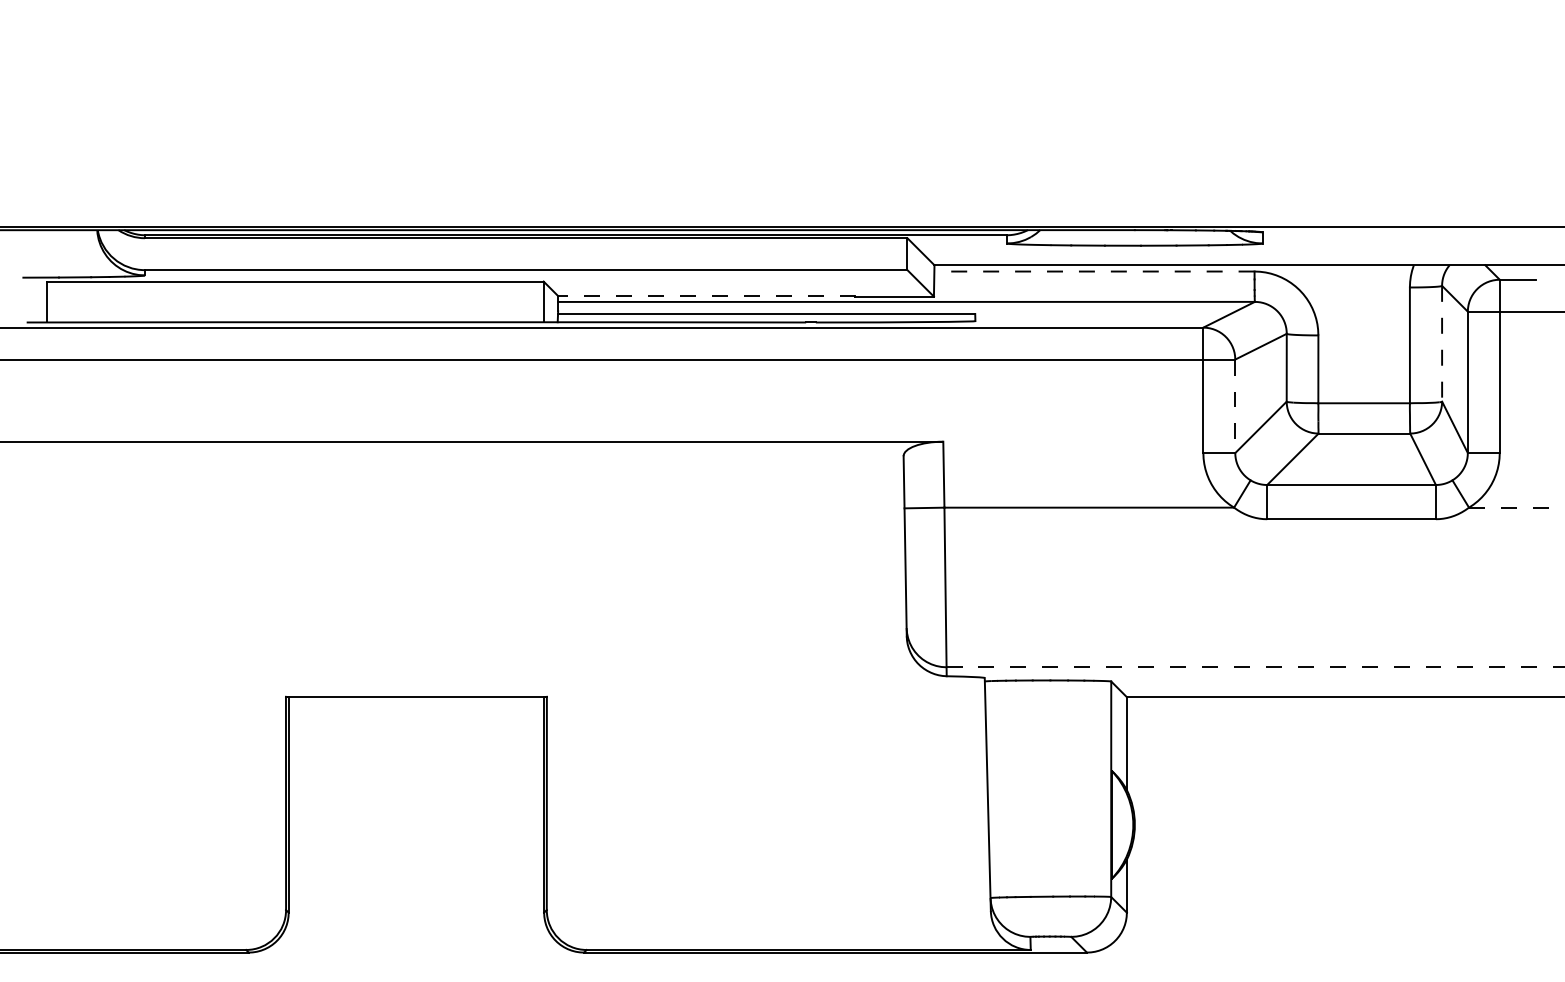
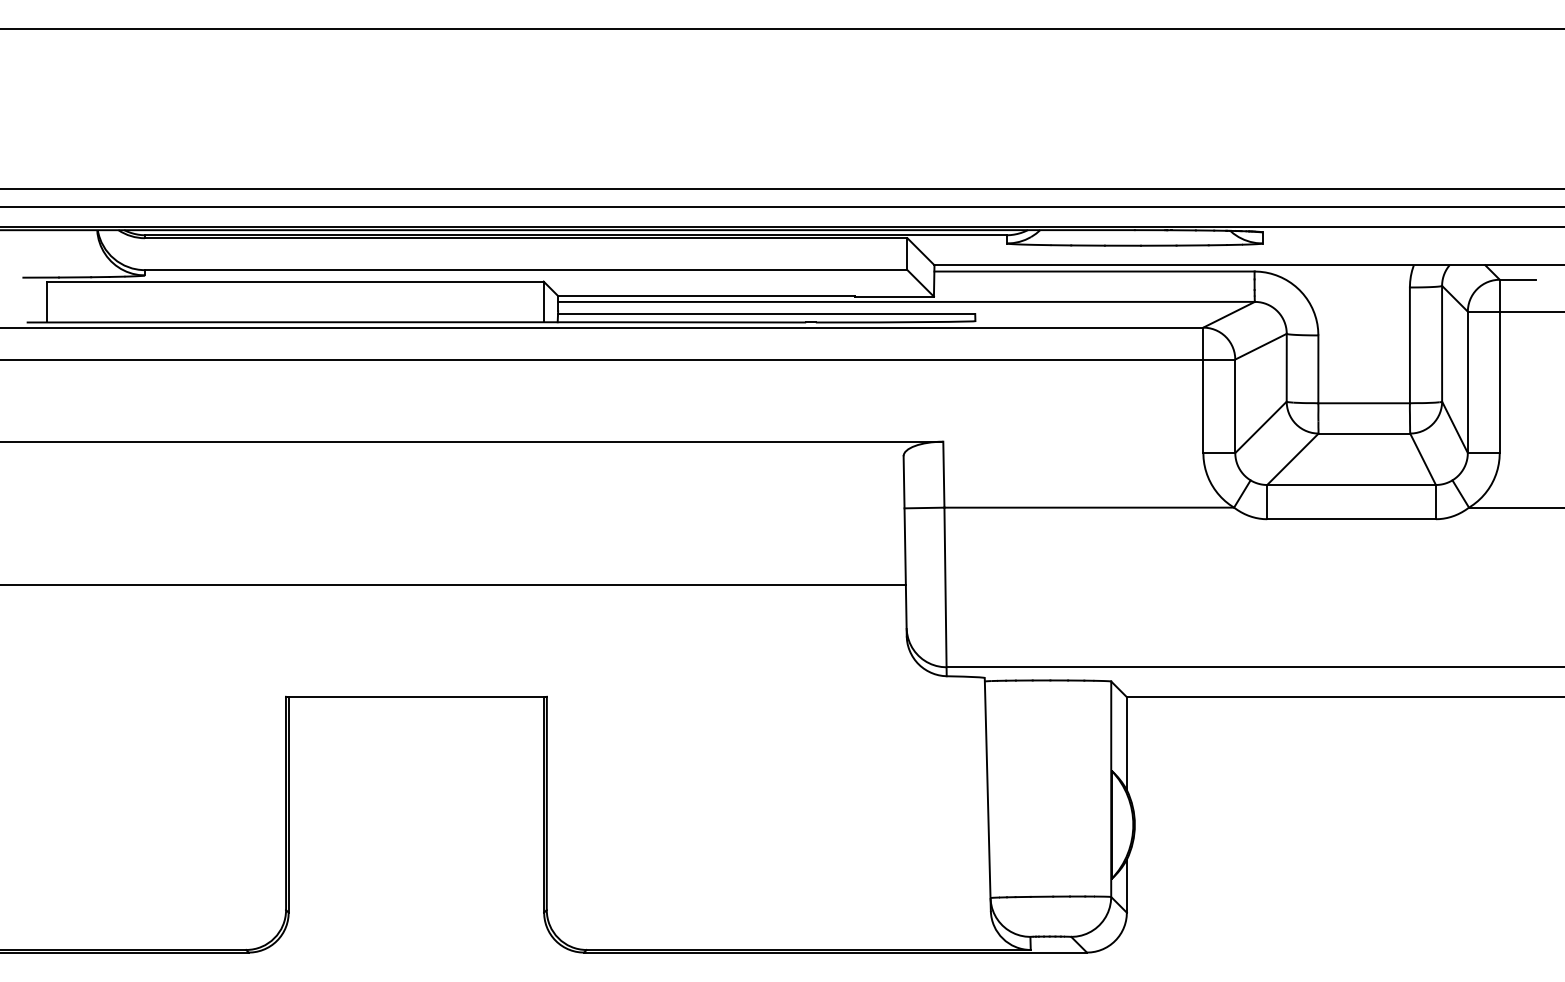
line at (781, 29): none -> present
line at (781, 189): none -> present
line at (781, 206): none -> present
line at (1094, 271): dashed -> solid
line at (706, 296): dashed -> solid
line at (1442, 343): dashed -> solid
line at (1235, 406): dashed -> solid
line at (1516, 507): dashed -> solid
line at (453, 585): none -> present
line at (1256, 667): dashed -> solid
